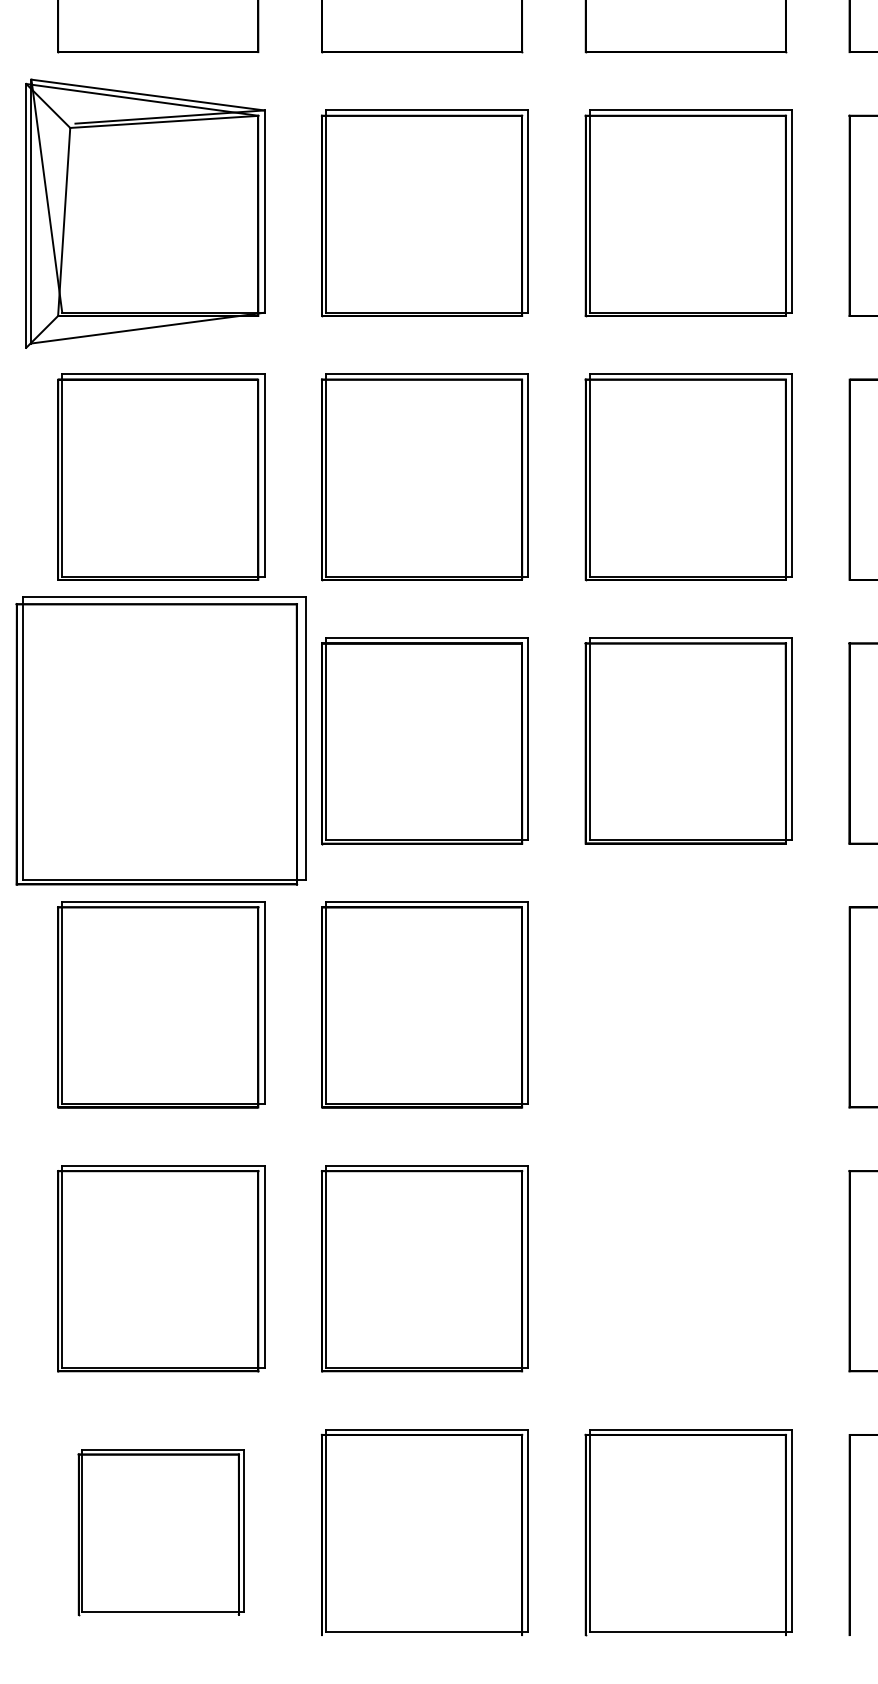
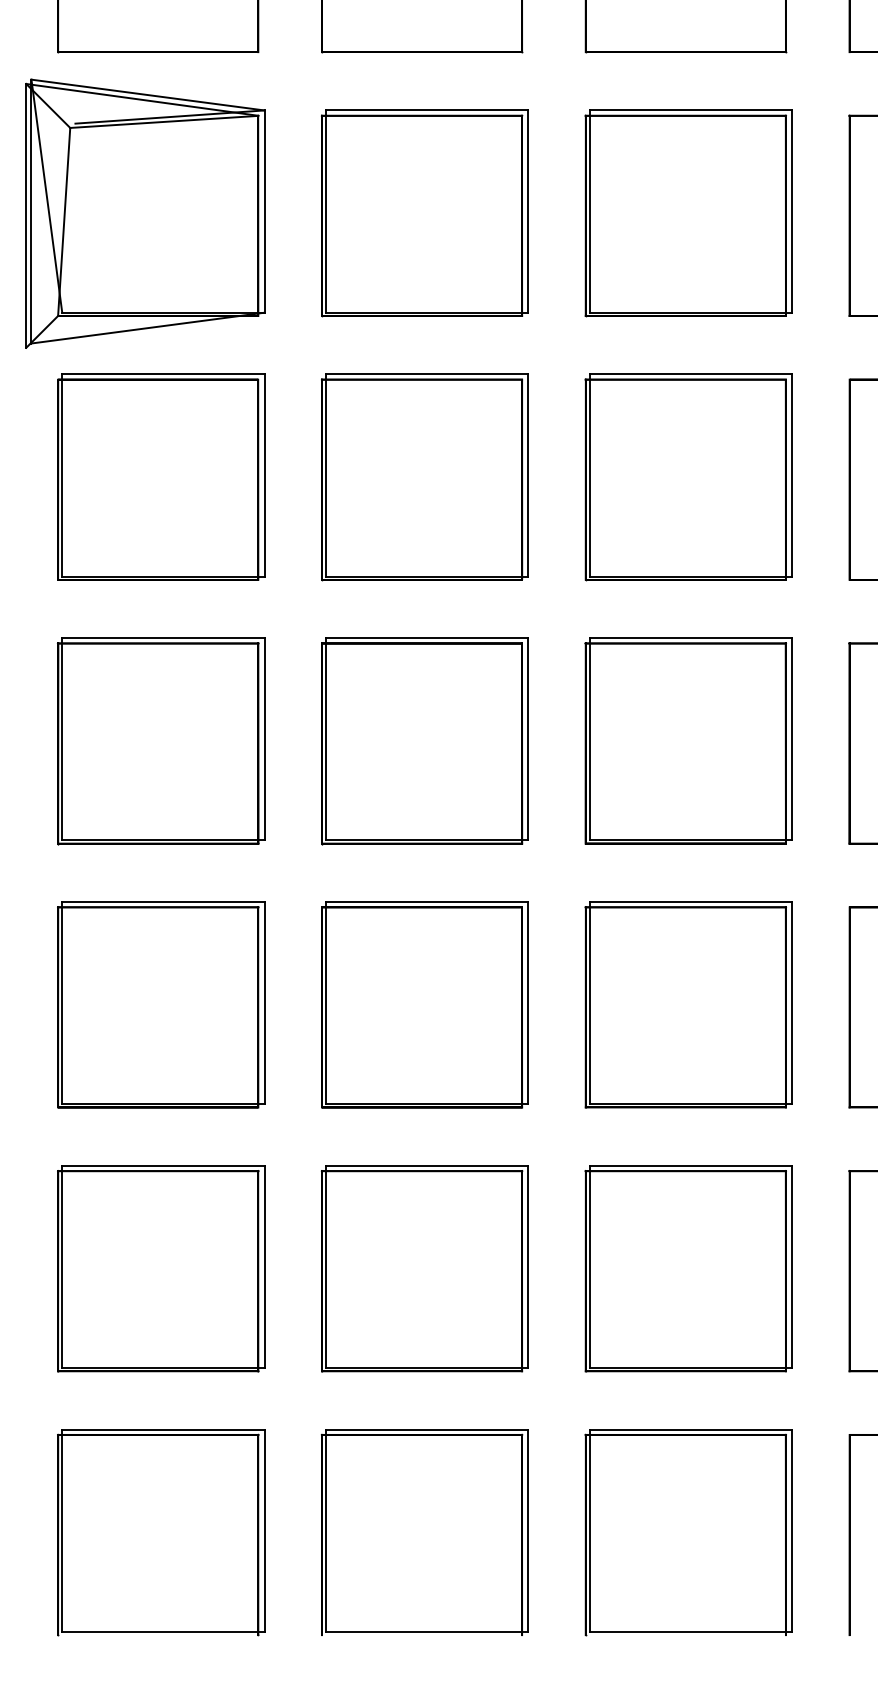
part at (160, 740) size: 292x290 px -> 209x209 px
part at (688, 1004): none -> present
part at (688, 1268): none -> present
part at (160, 1532) size: 168x168 px -> 209x208 px
